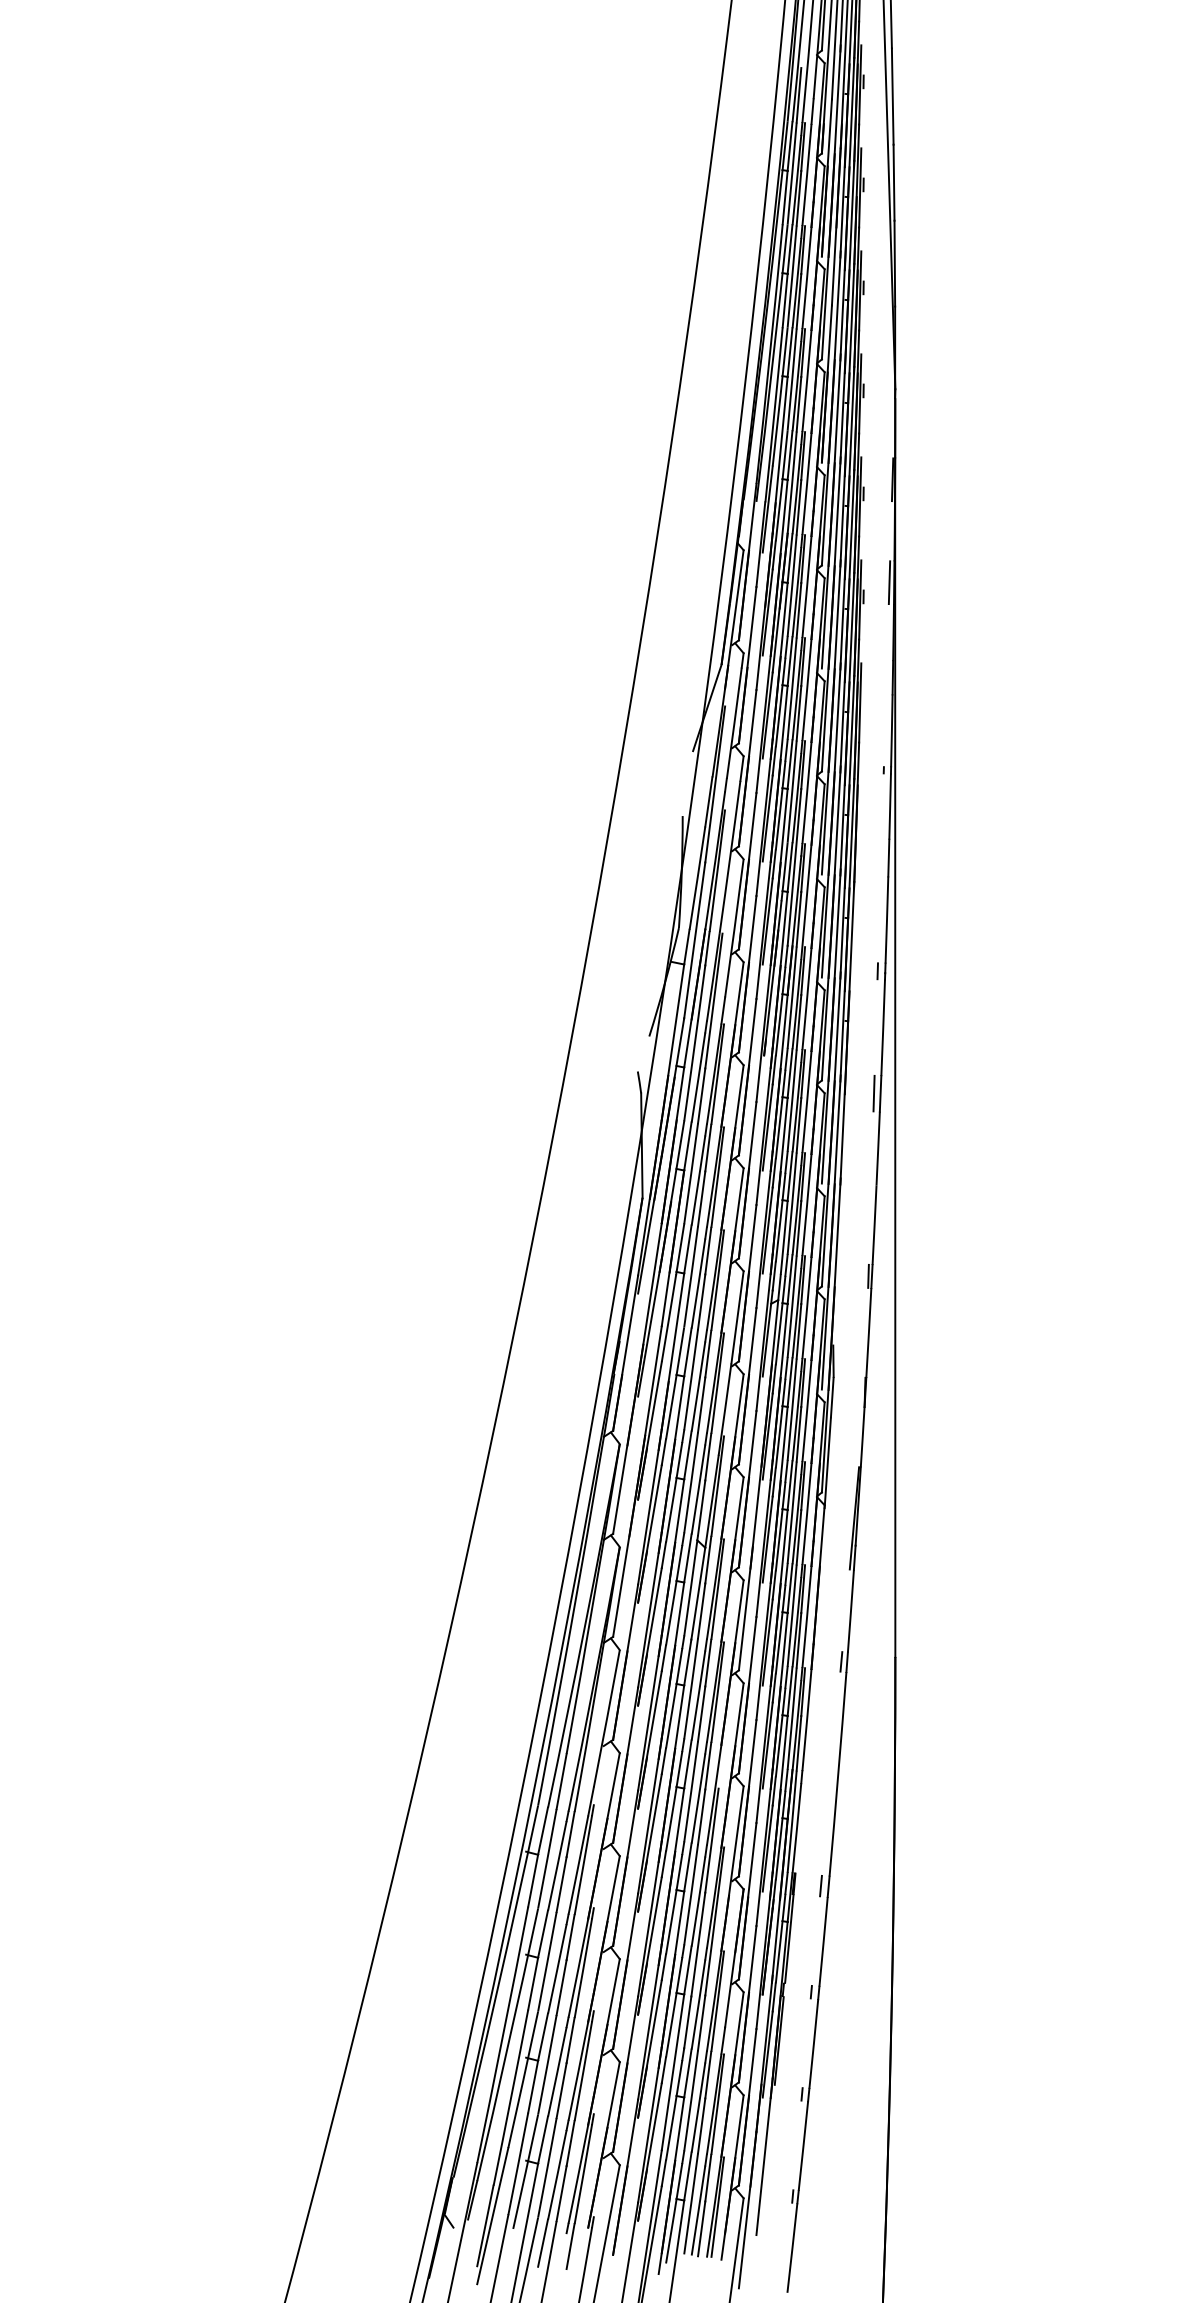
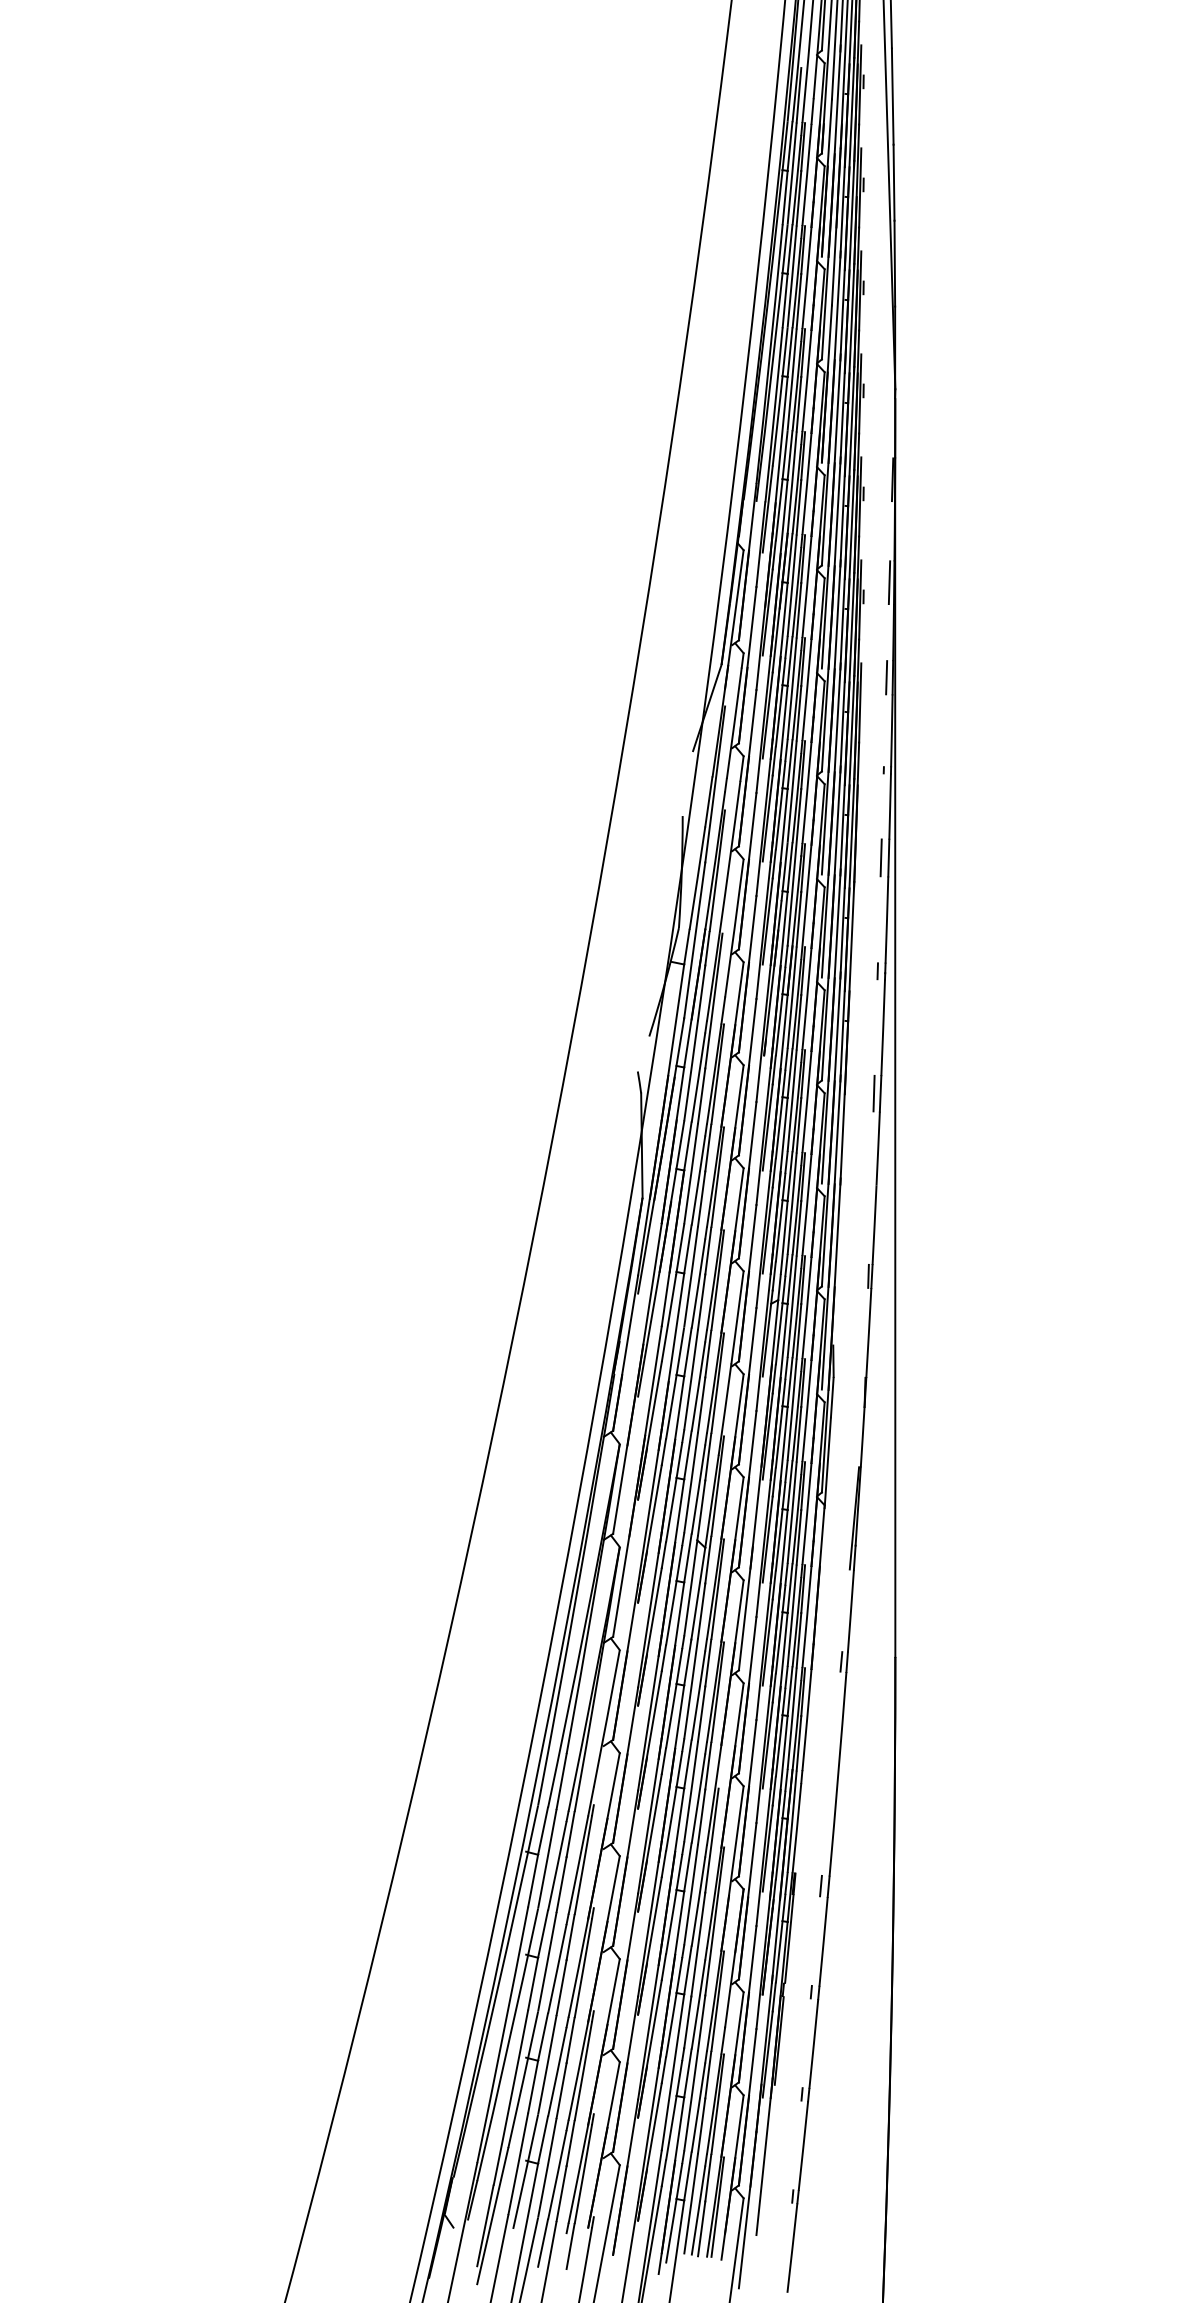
line at (886, 677): none -> present
line at (880, 857): none -> present
